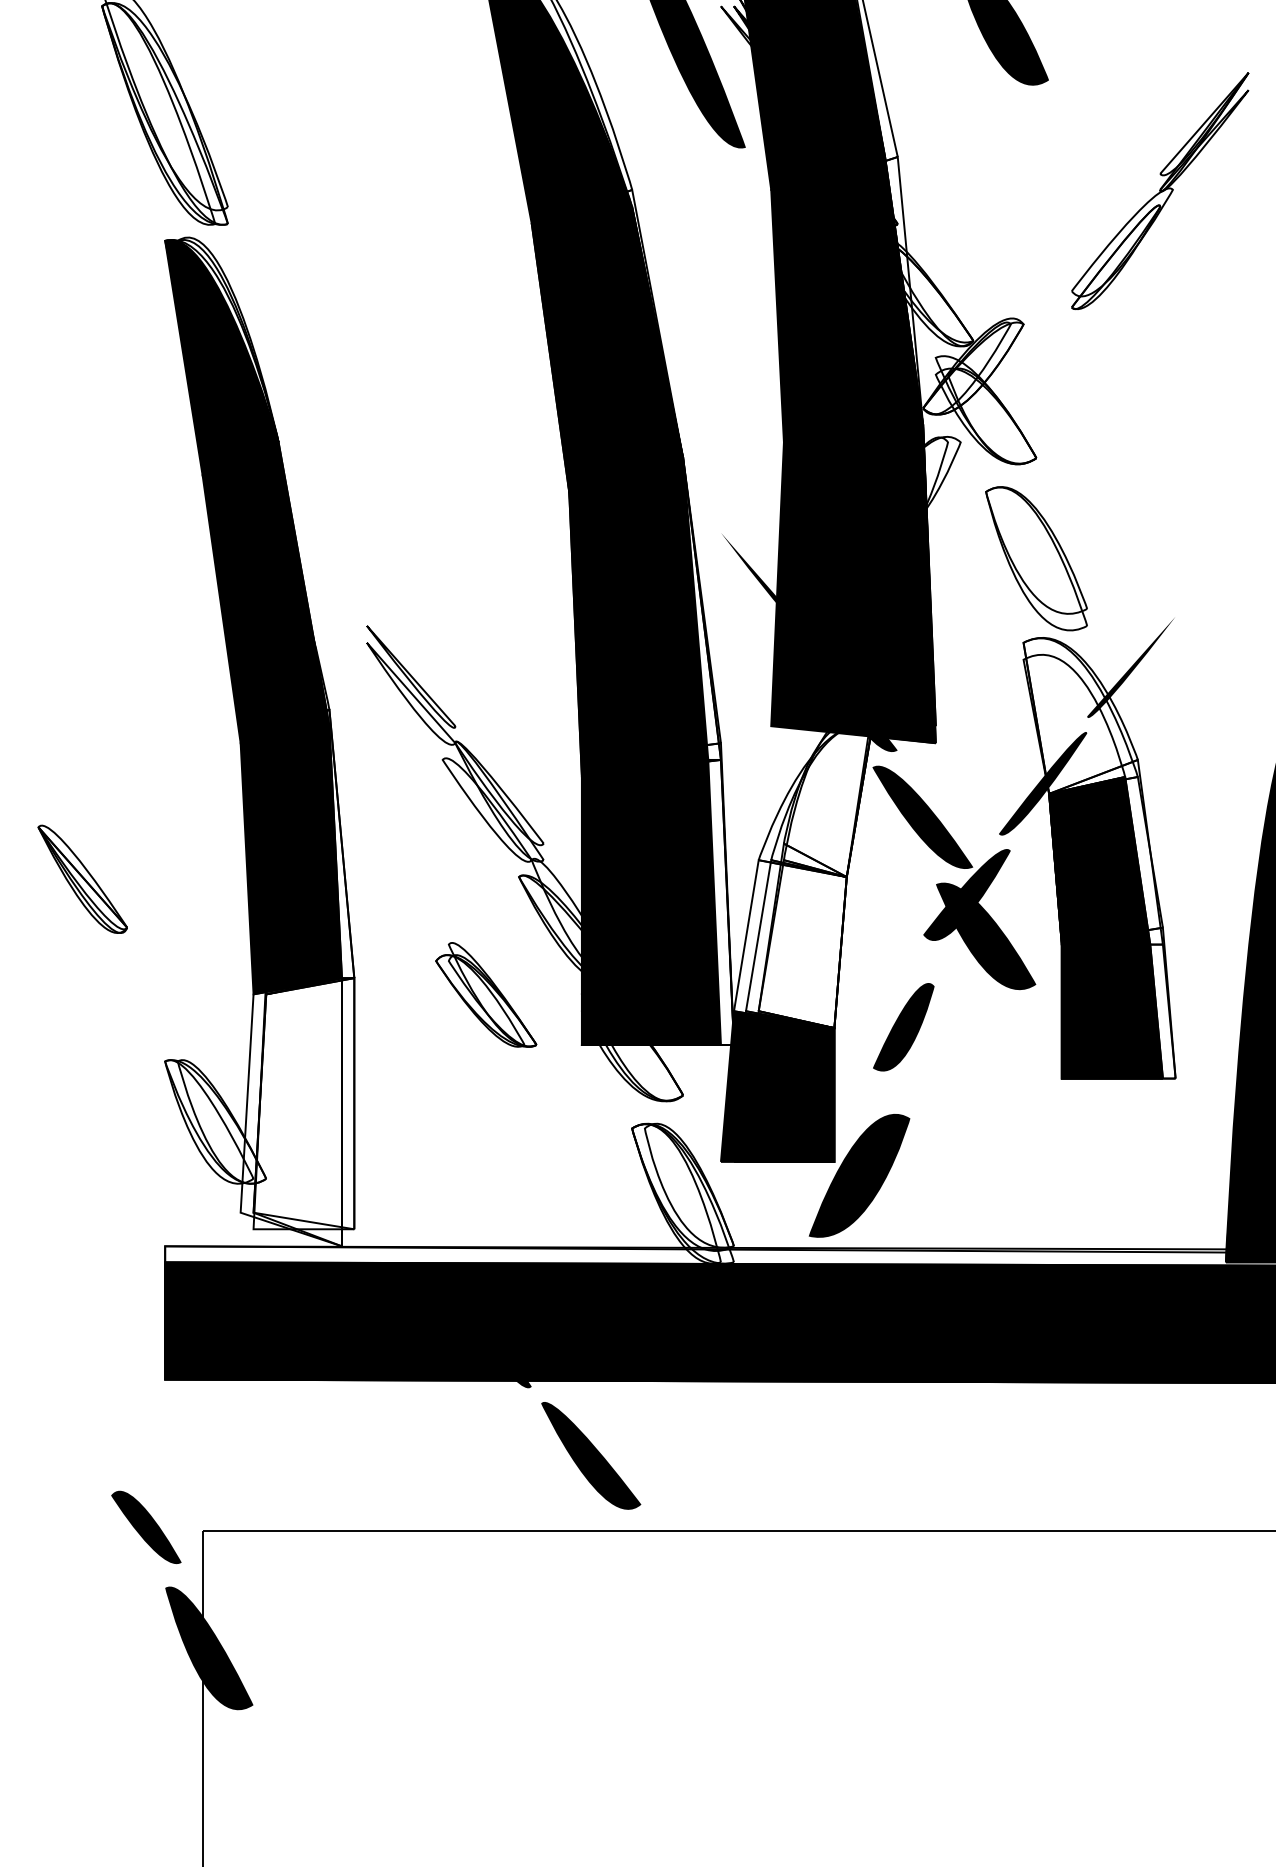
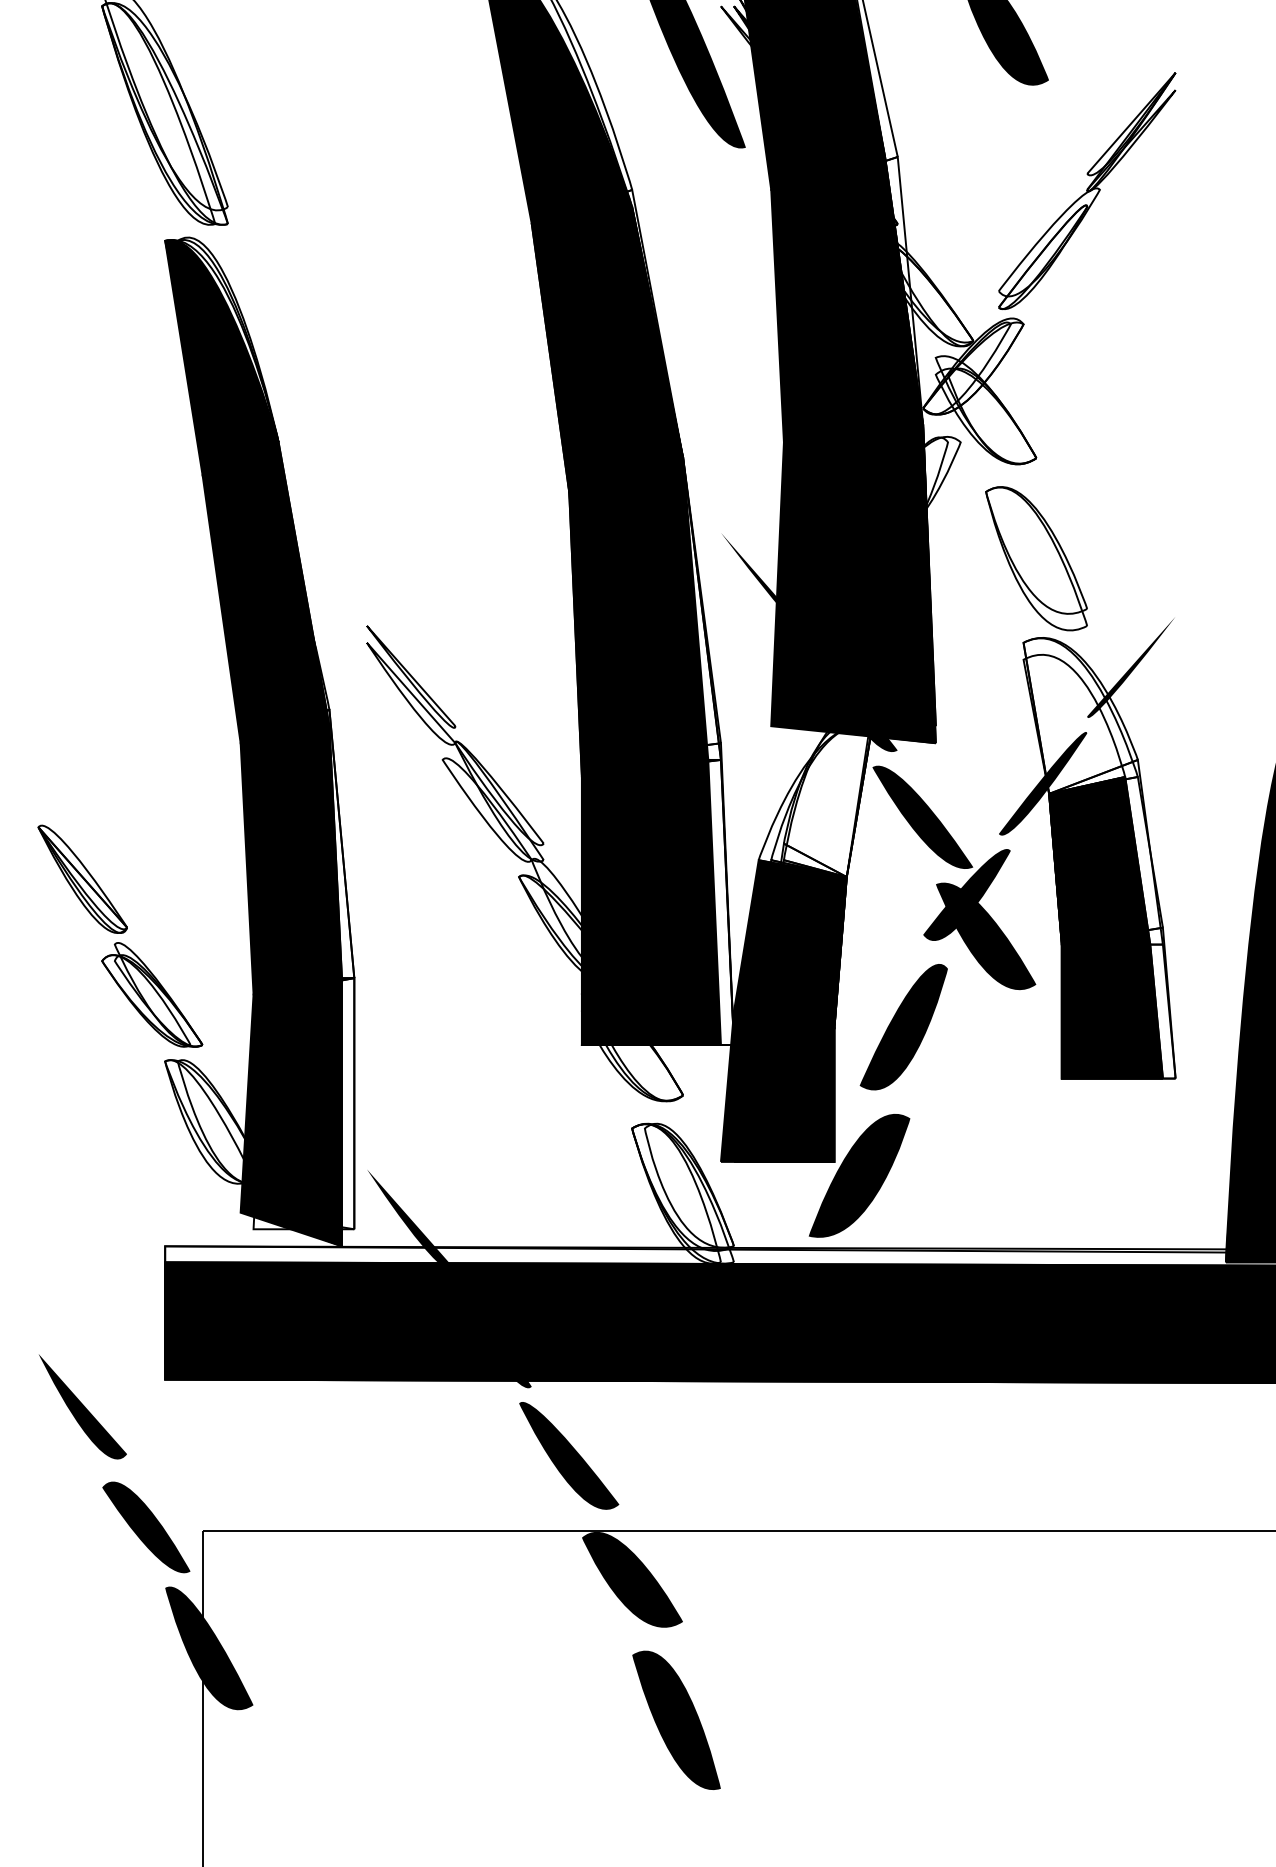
part at (1160, 190) position: (1160, 190) -> (1087, 190)
fill at (790, 944): none -> present
part at (486, 994) position: (486, 994) -> (152, 994)
part at (903, 1027) size: 62x89 px -> 89x127 px
fill at (290, 1112): none -> present
fill at (410, 1220): none -> present
fill at (82, 1406): none -> present
part at (591, 1455) position: (591, 1455) -> (569, 1455)
part at (146, 1527) size: 71x75 px -> 89x93 px
fill at (632, 1579): none -> present
fill at (676, 1720): none -> present
